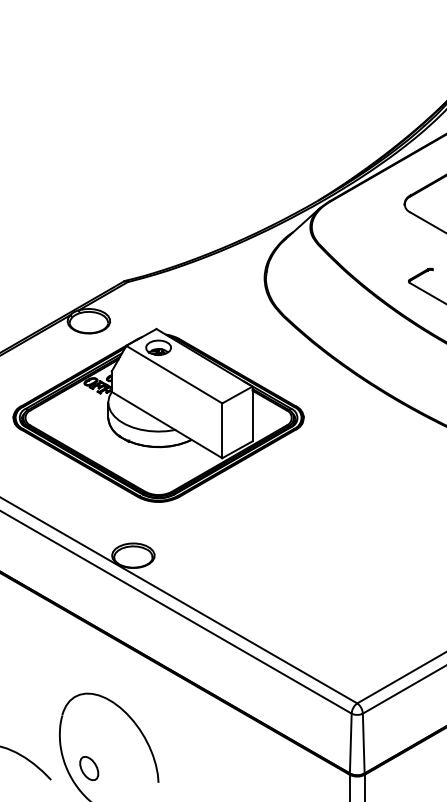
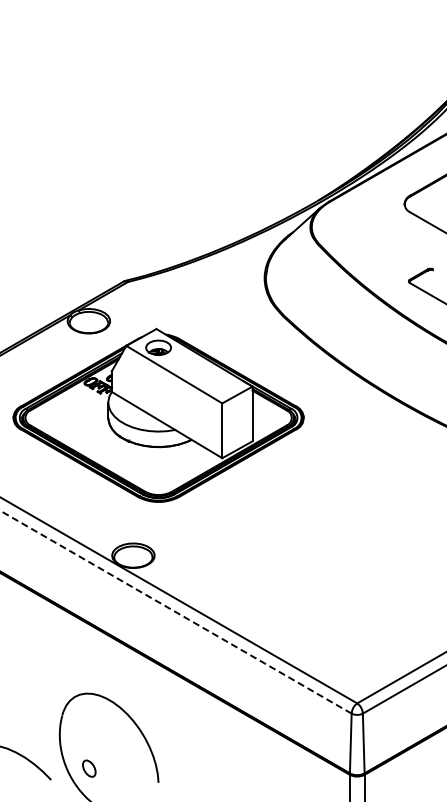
line at (175, 612): solid -> dashed
part at (89, 768) size: 21x26 px -> 15x19 px
